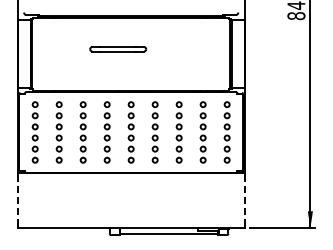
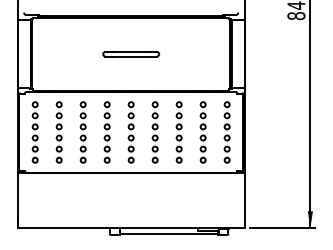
part at (118, 49) position: (118, 49) -> (131, 54)
line at (17, 198): dashed -> solid
line at (244, 198): dashed -> solid
